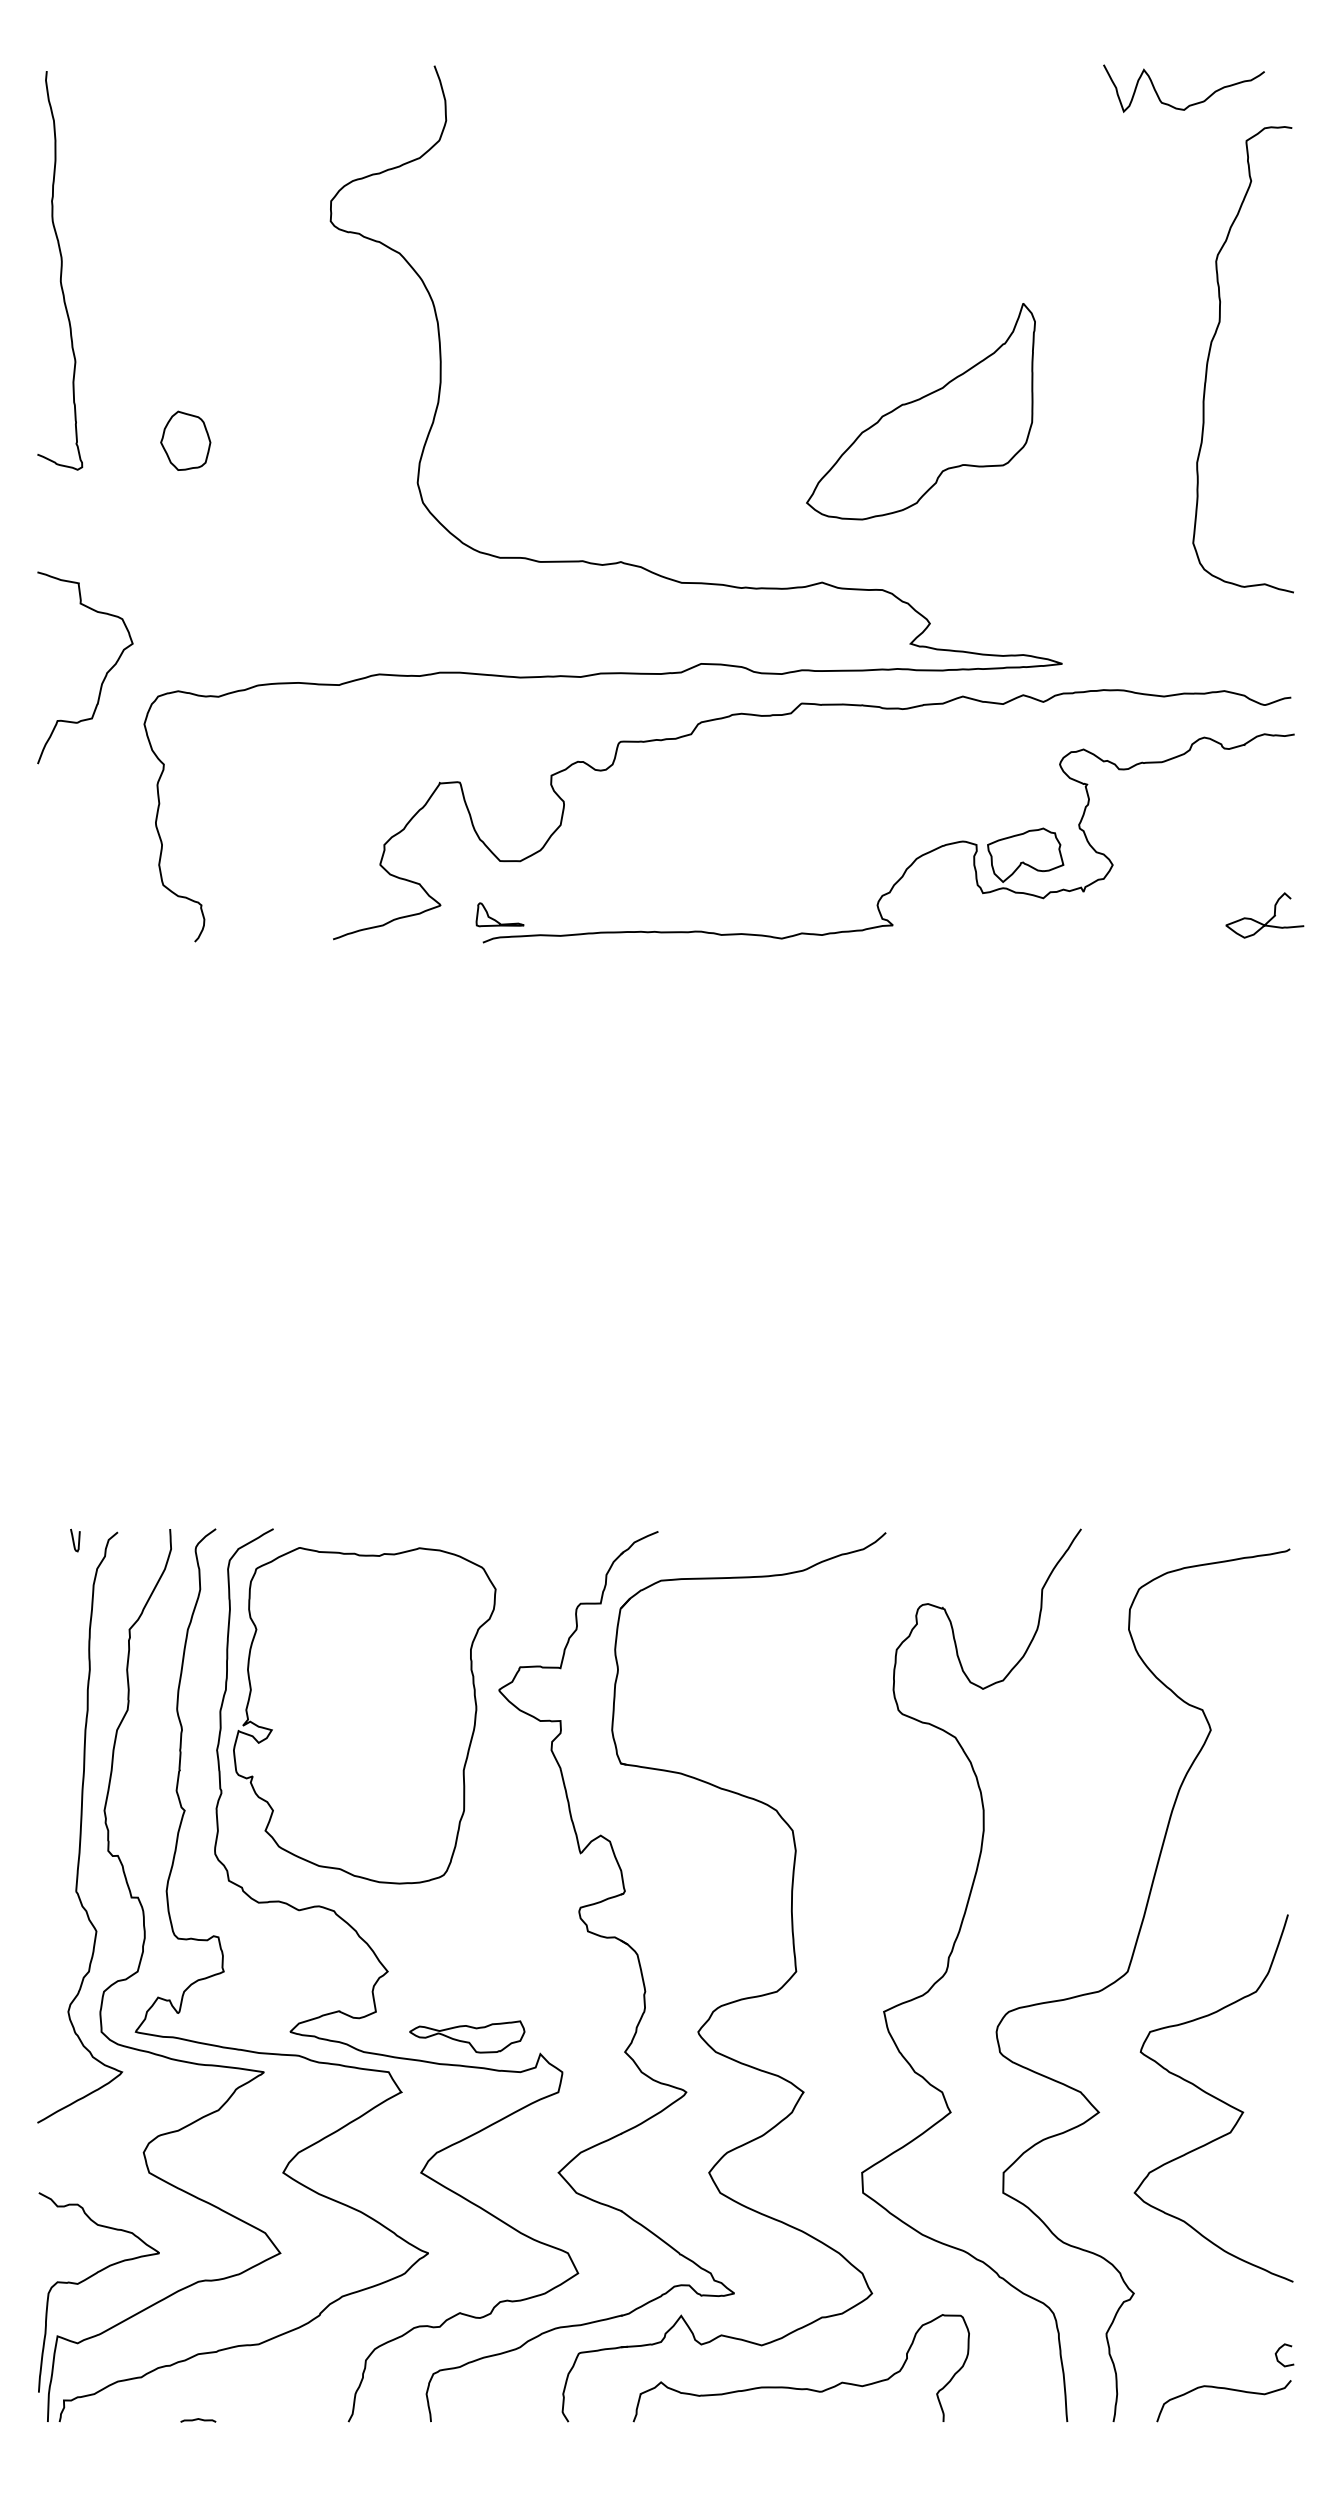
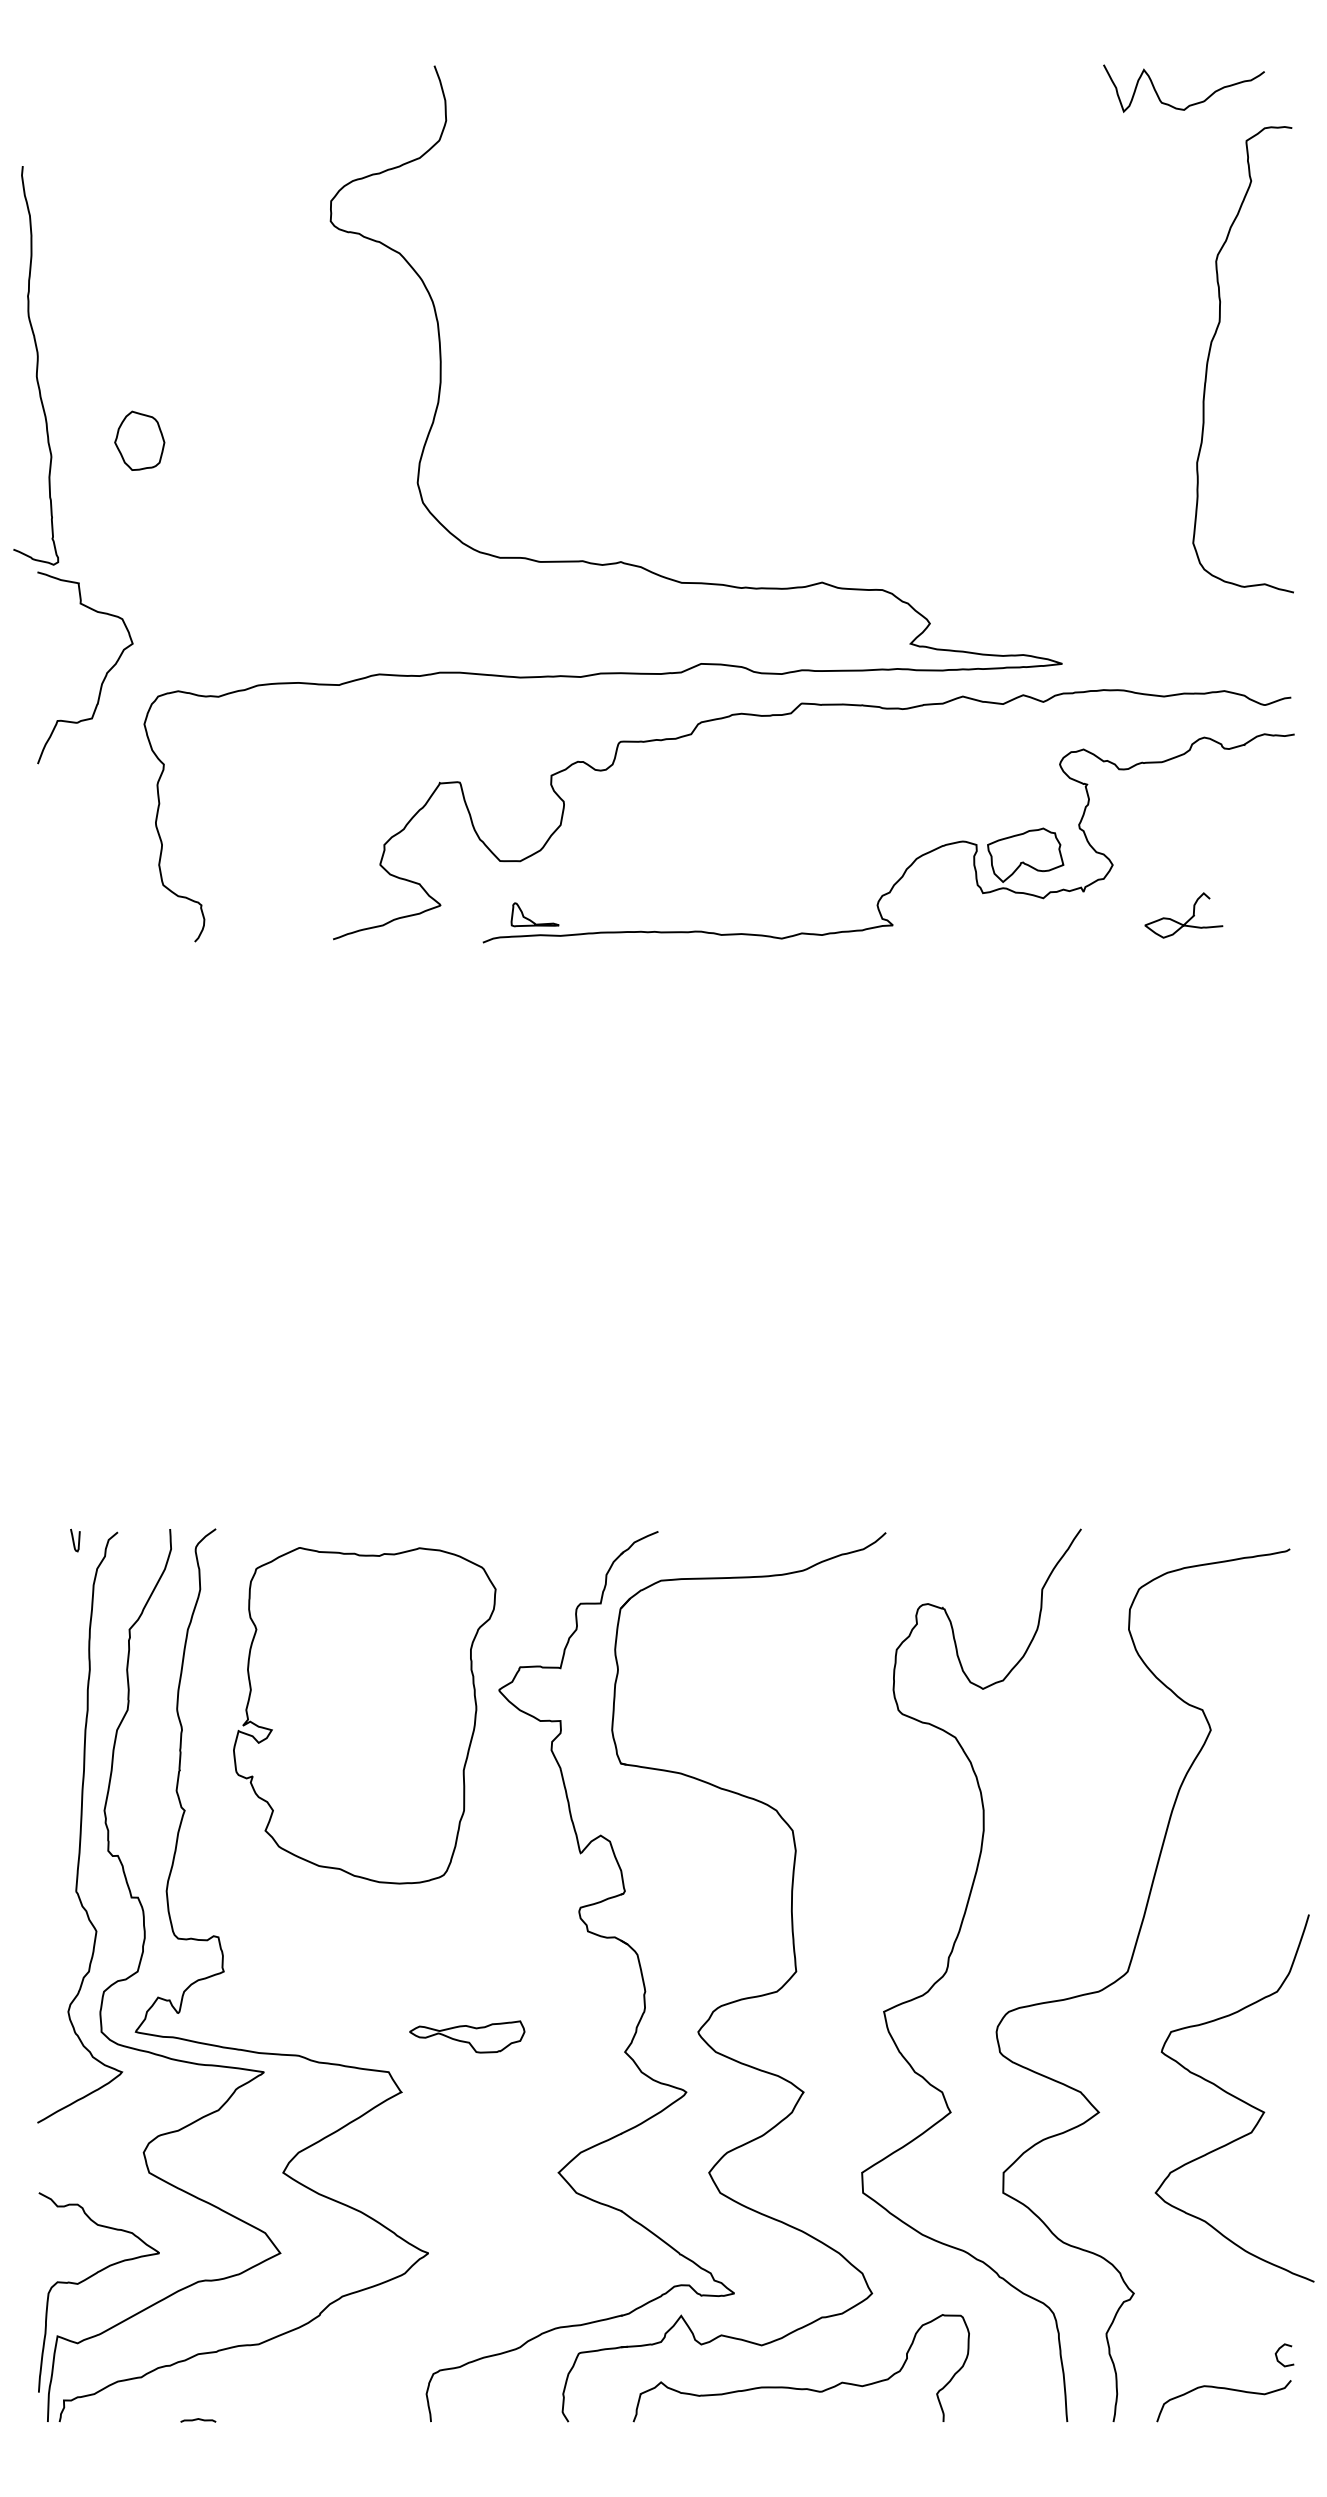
curve at (60, 270) position: (60, 270) -> (36, 365)
part at (920, 411): present -> none
part at (185, 440) position: (185, 440) -> (139, 440)
curve at (1269, 919) position: (1269, 919) -> (1188, 919)
part at (497, 920) position: (497, 920) -> (532, 920)
curve at (388, 1972): present -> none
curve at (1213, 2097) position: (1213, 2097) -> (1234, 2097)
